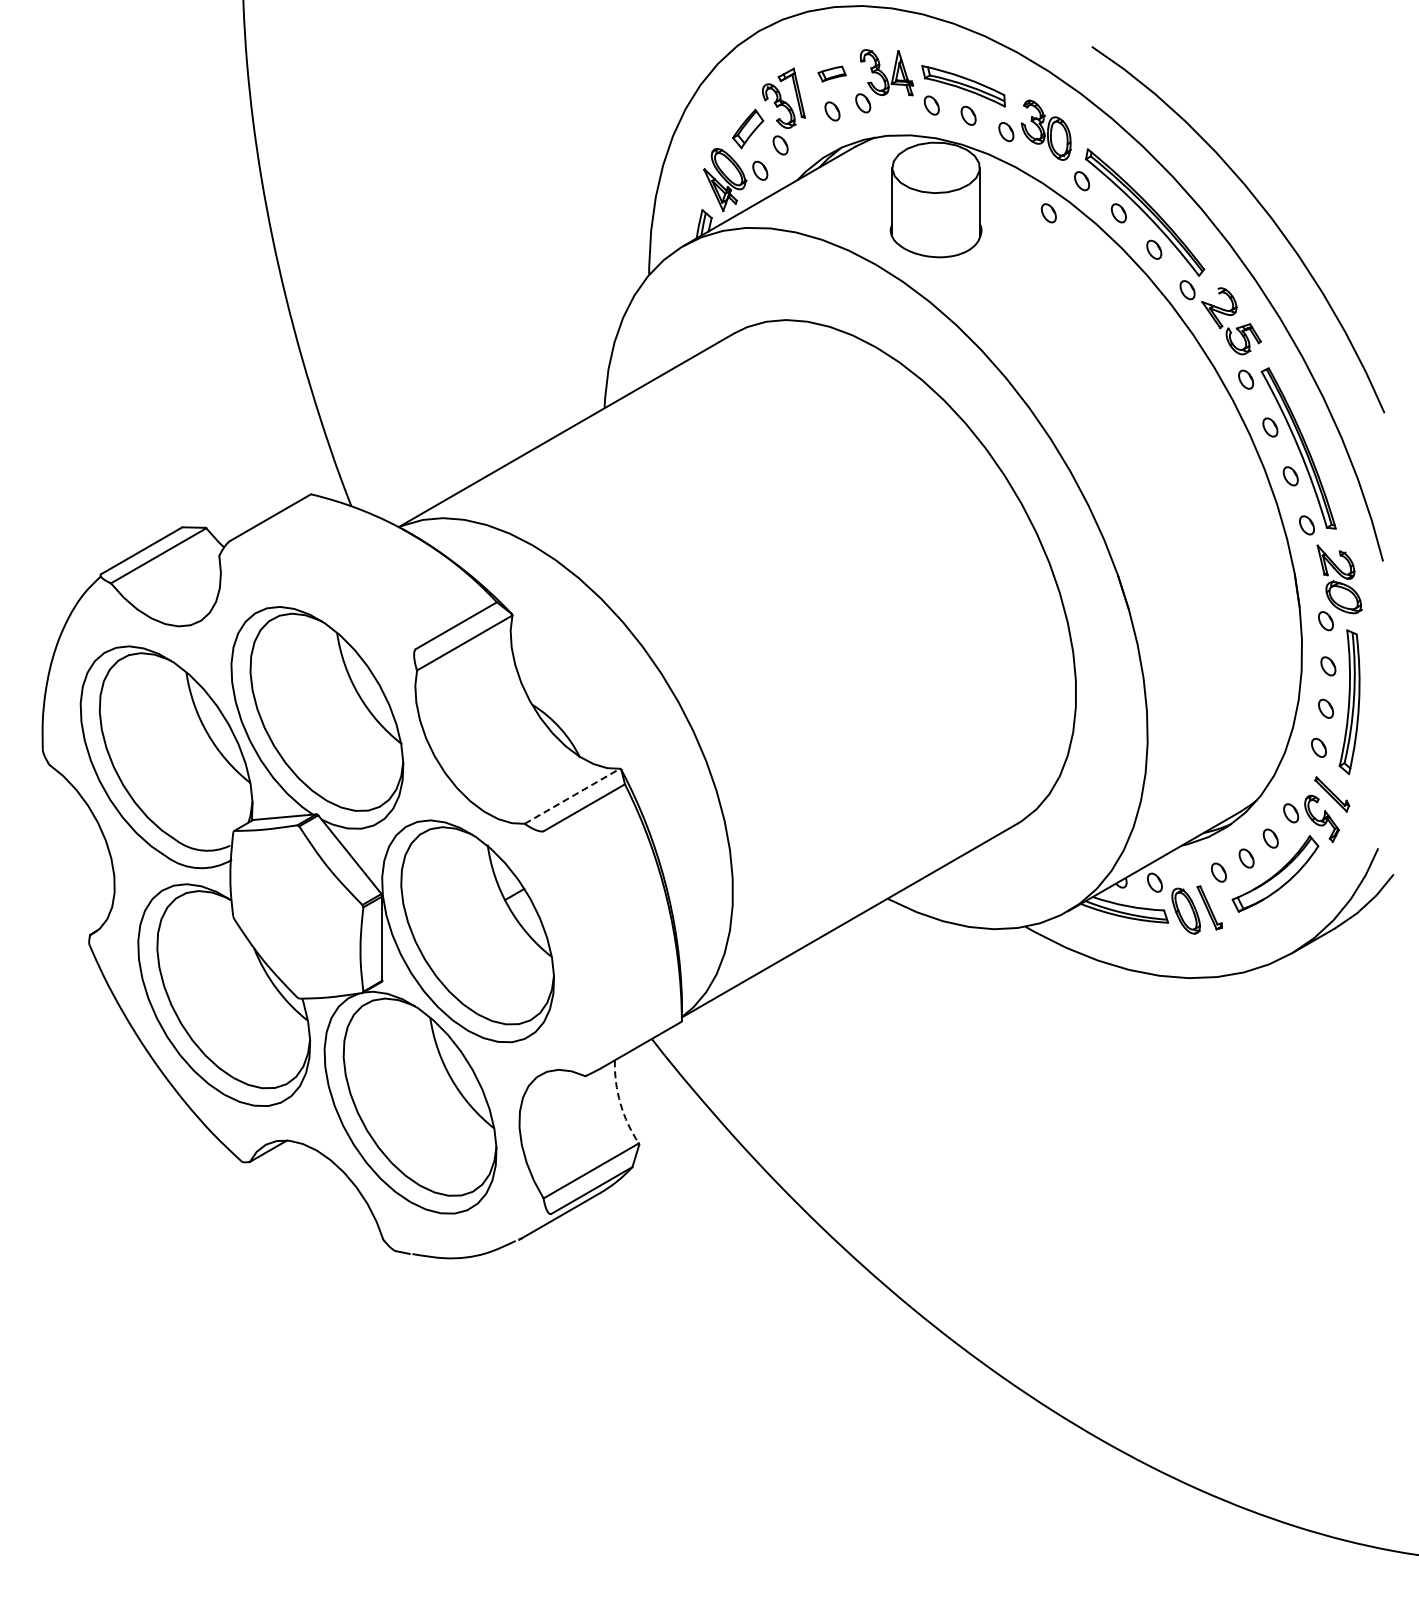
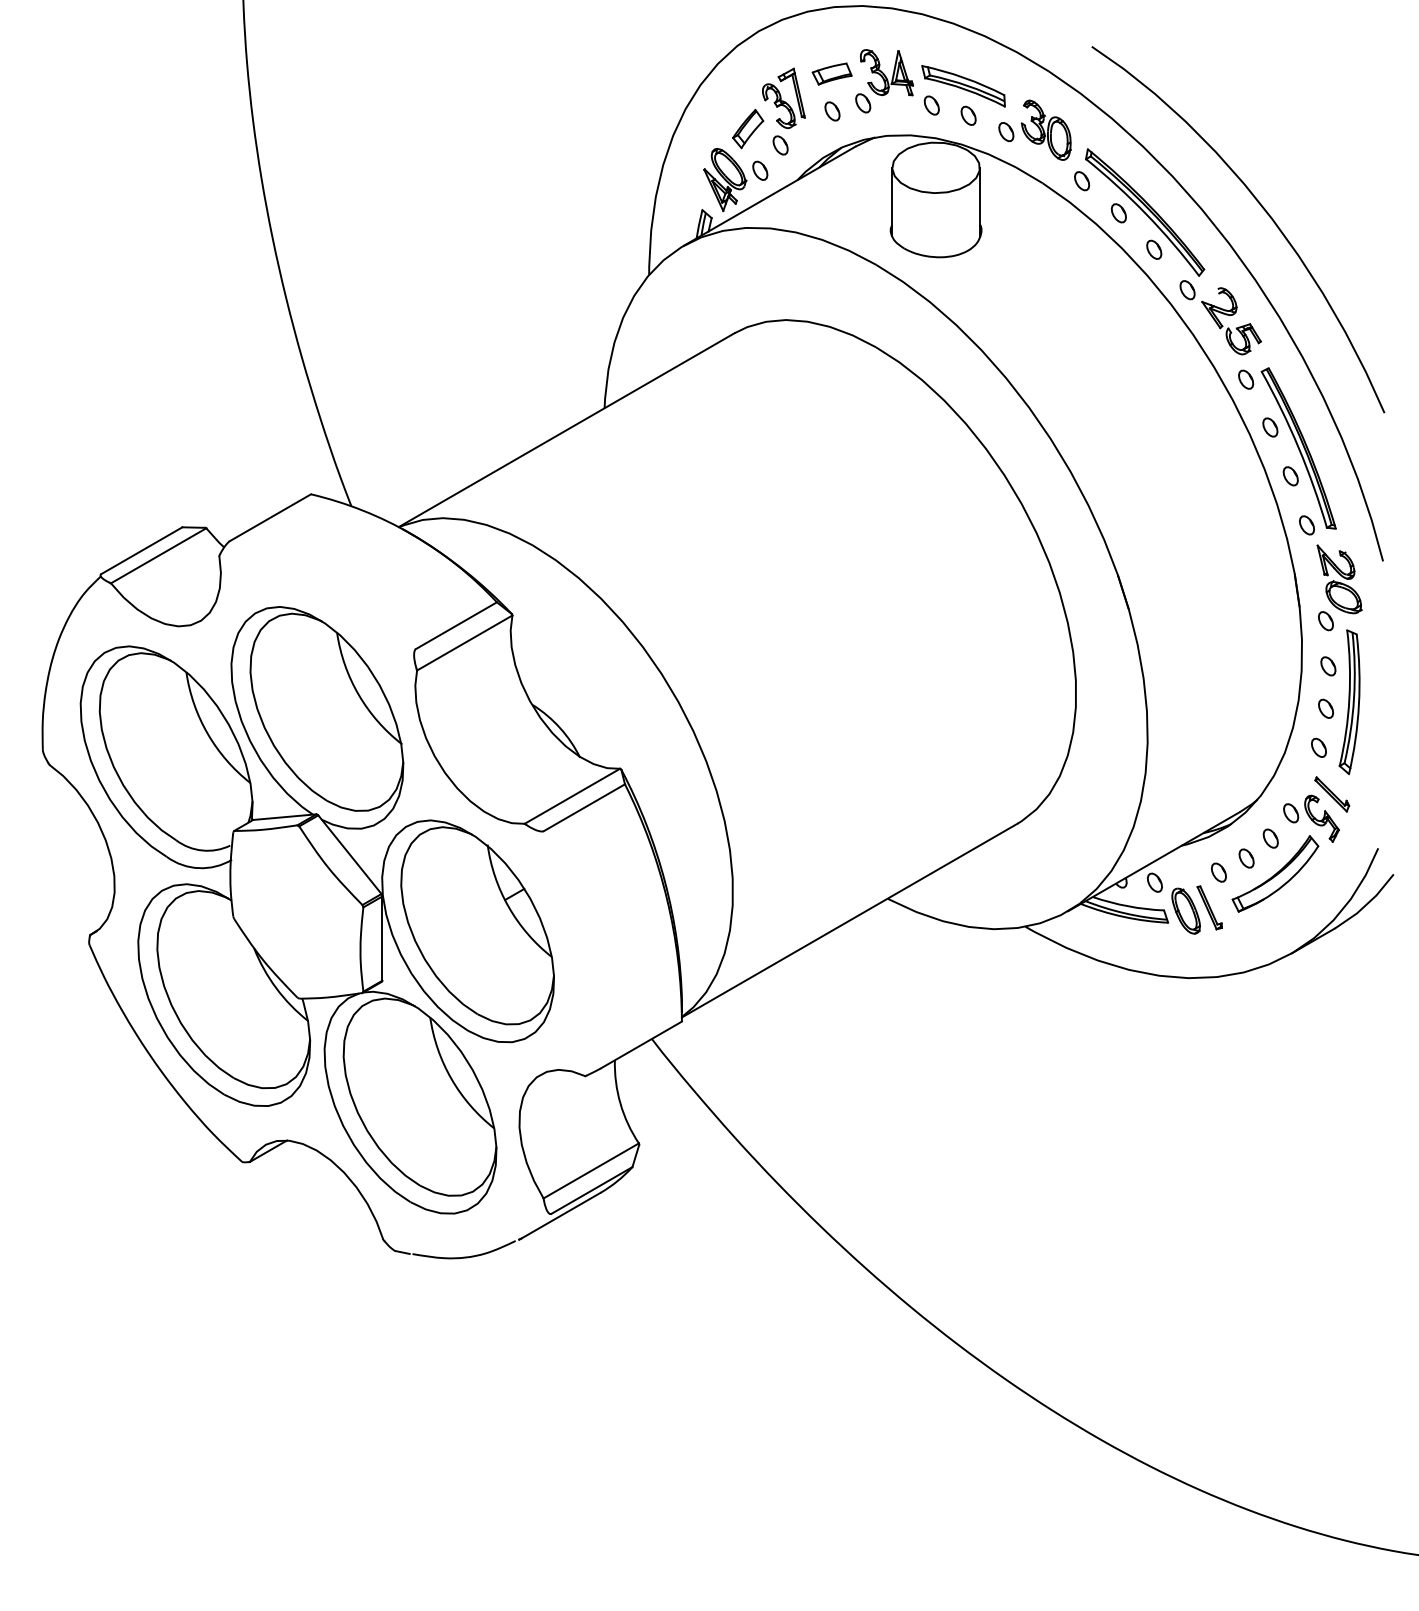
part at (831, 73) size: 30x18 px -> 42x24 px
part at (1048, 213): present -> none
line at (572, 796): dashed -> solid
arc at (620, 1103): dashed -> solid
